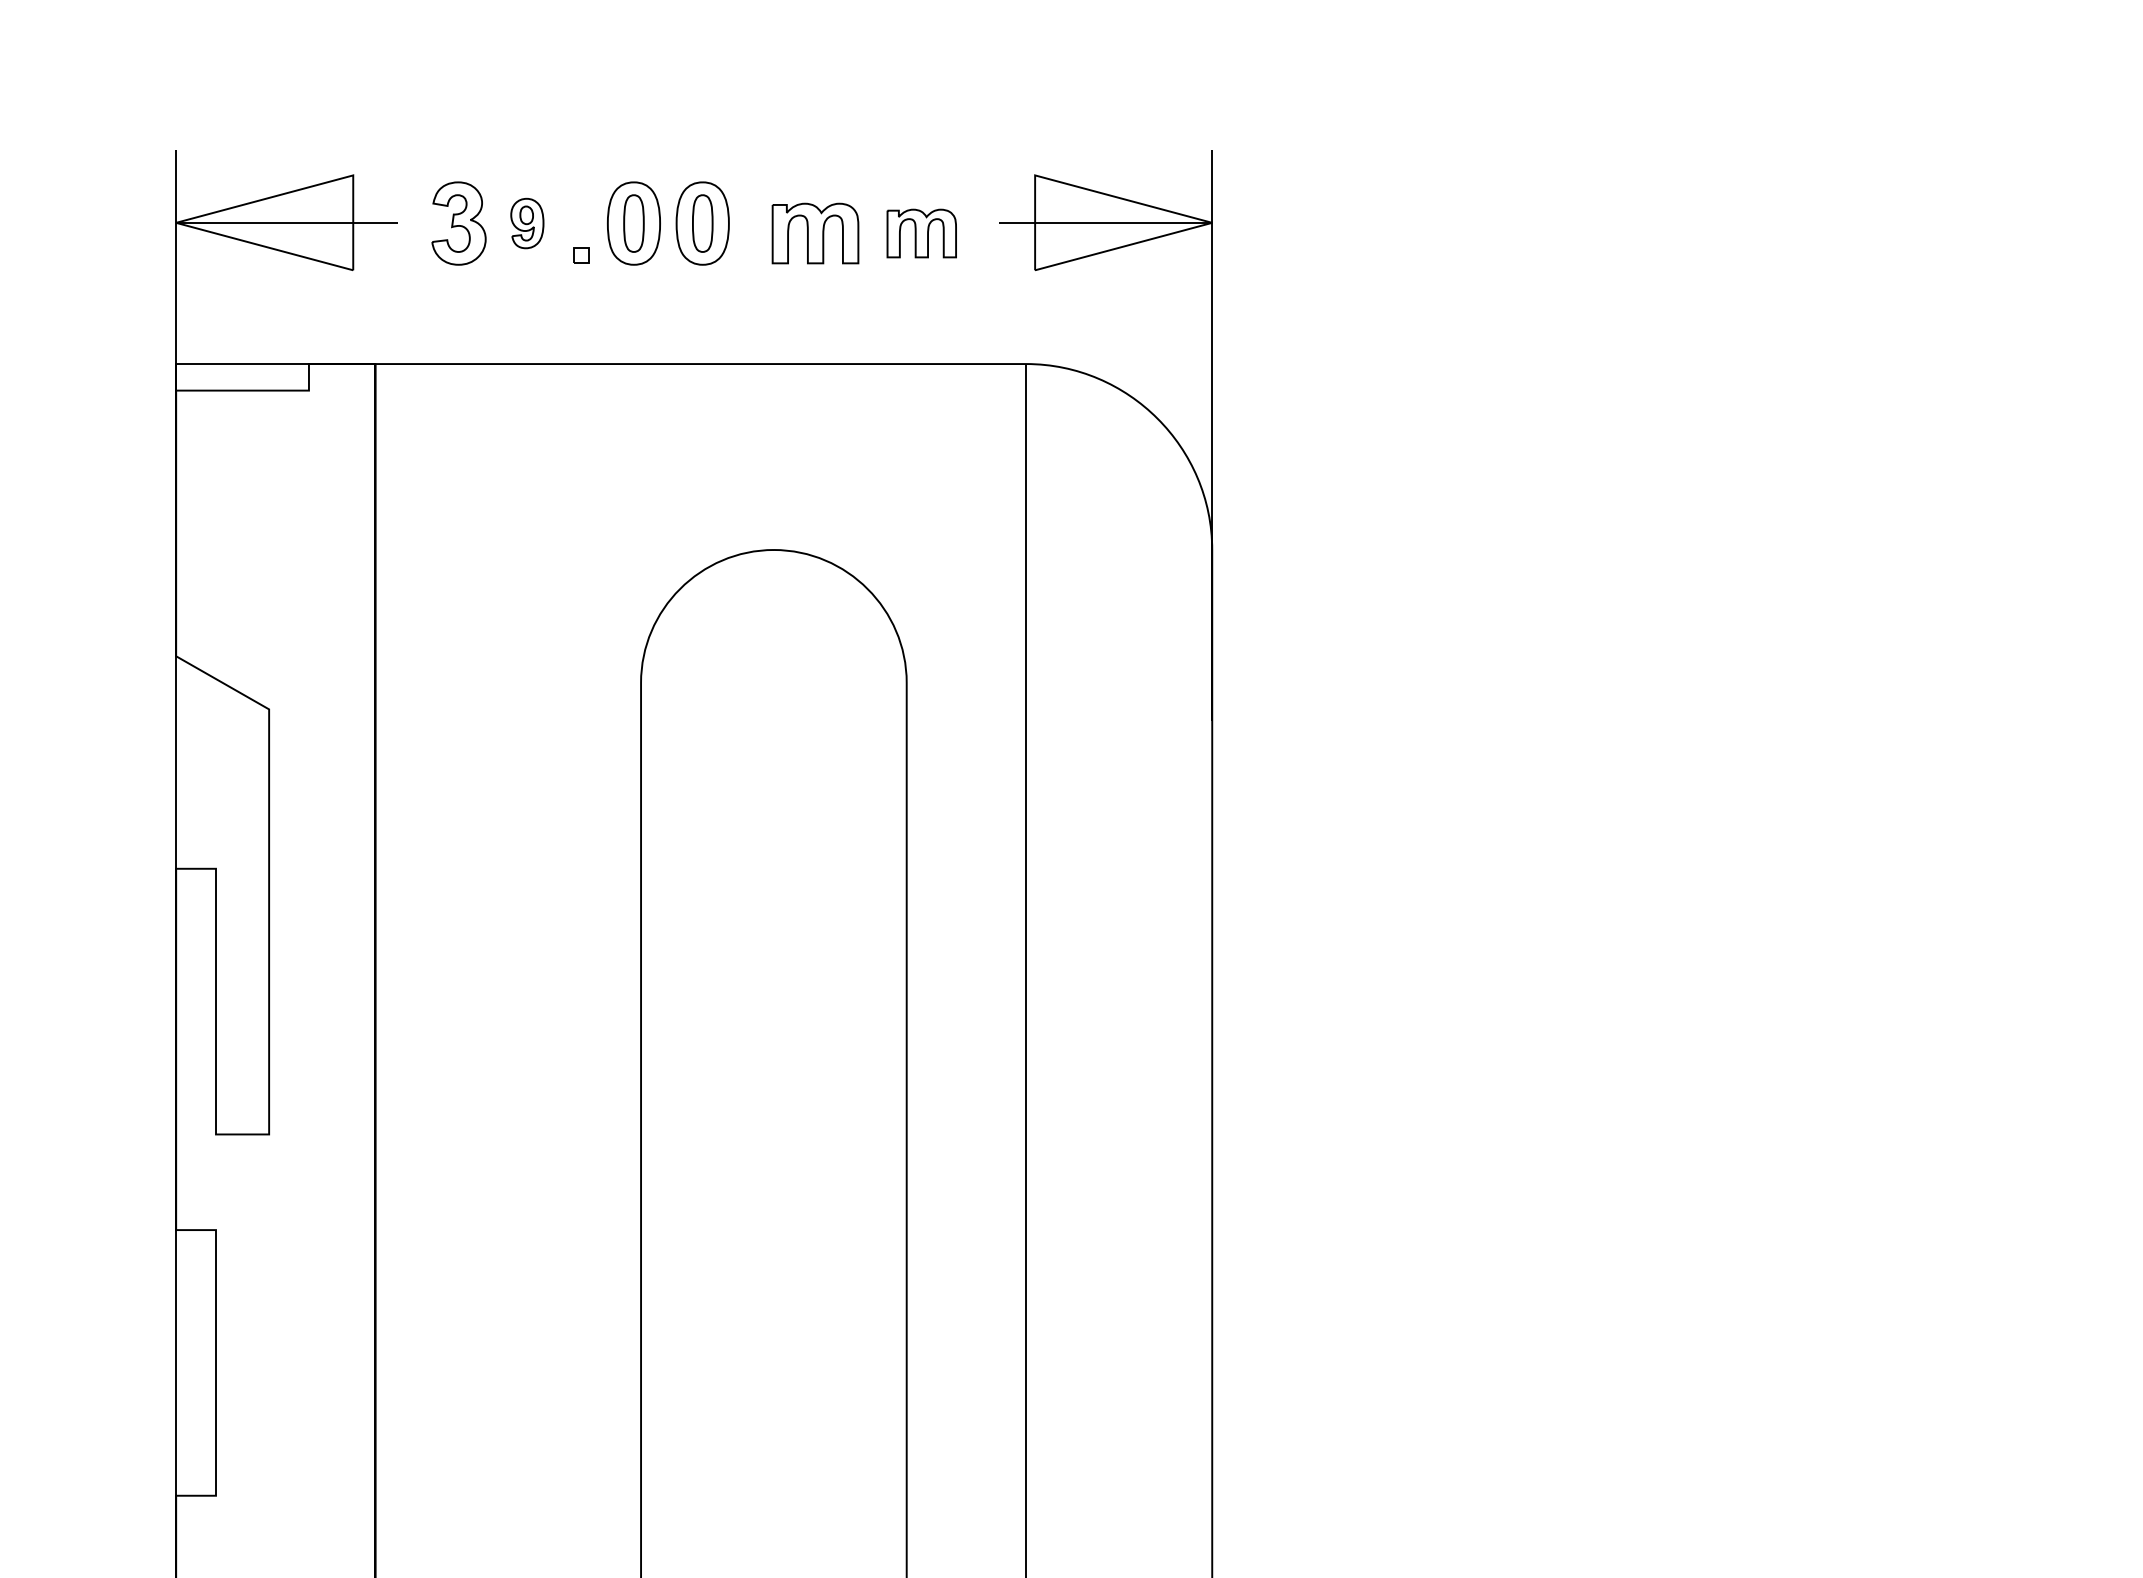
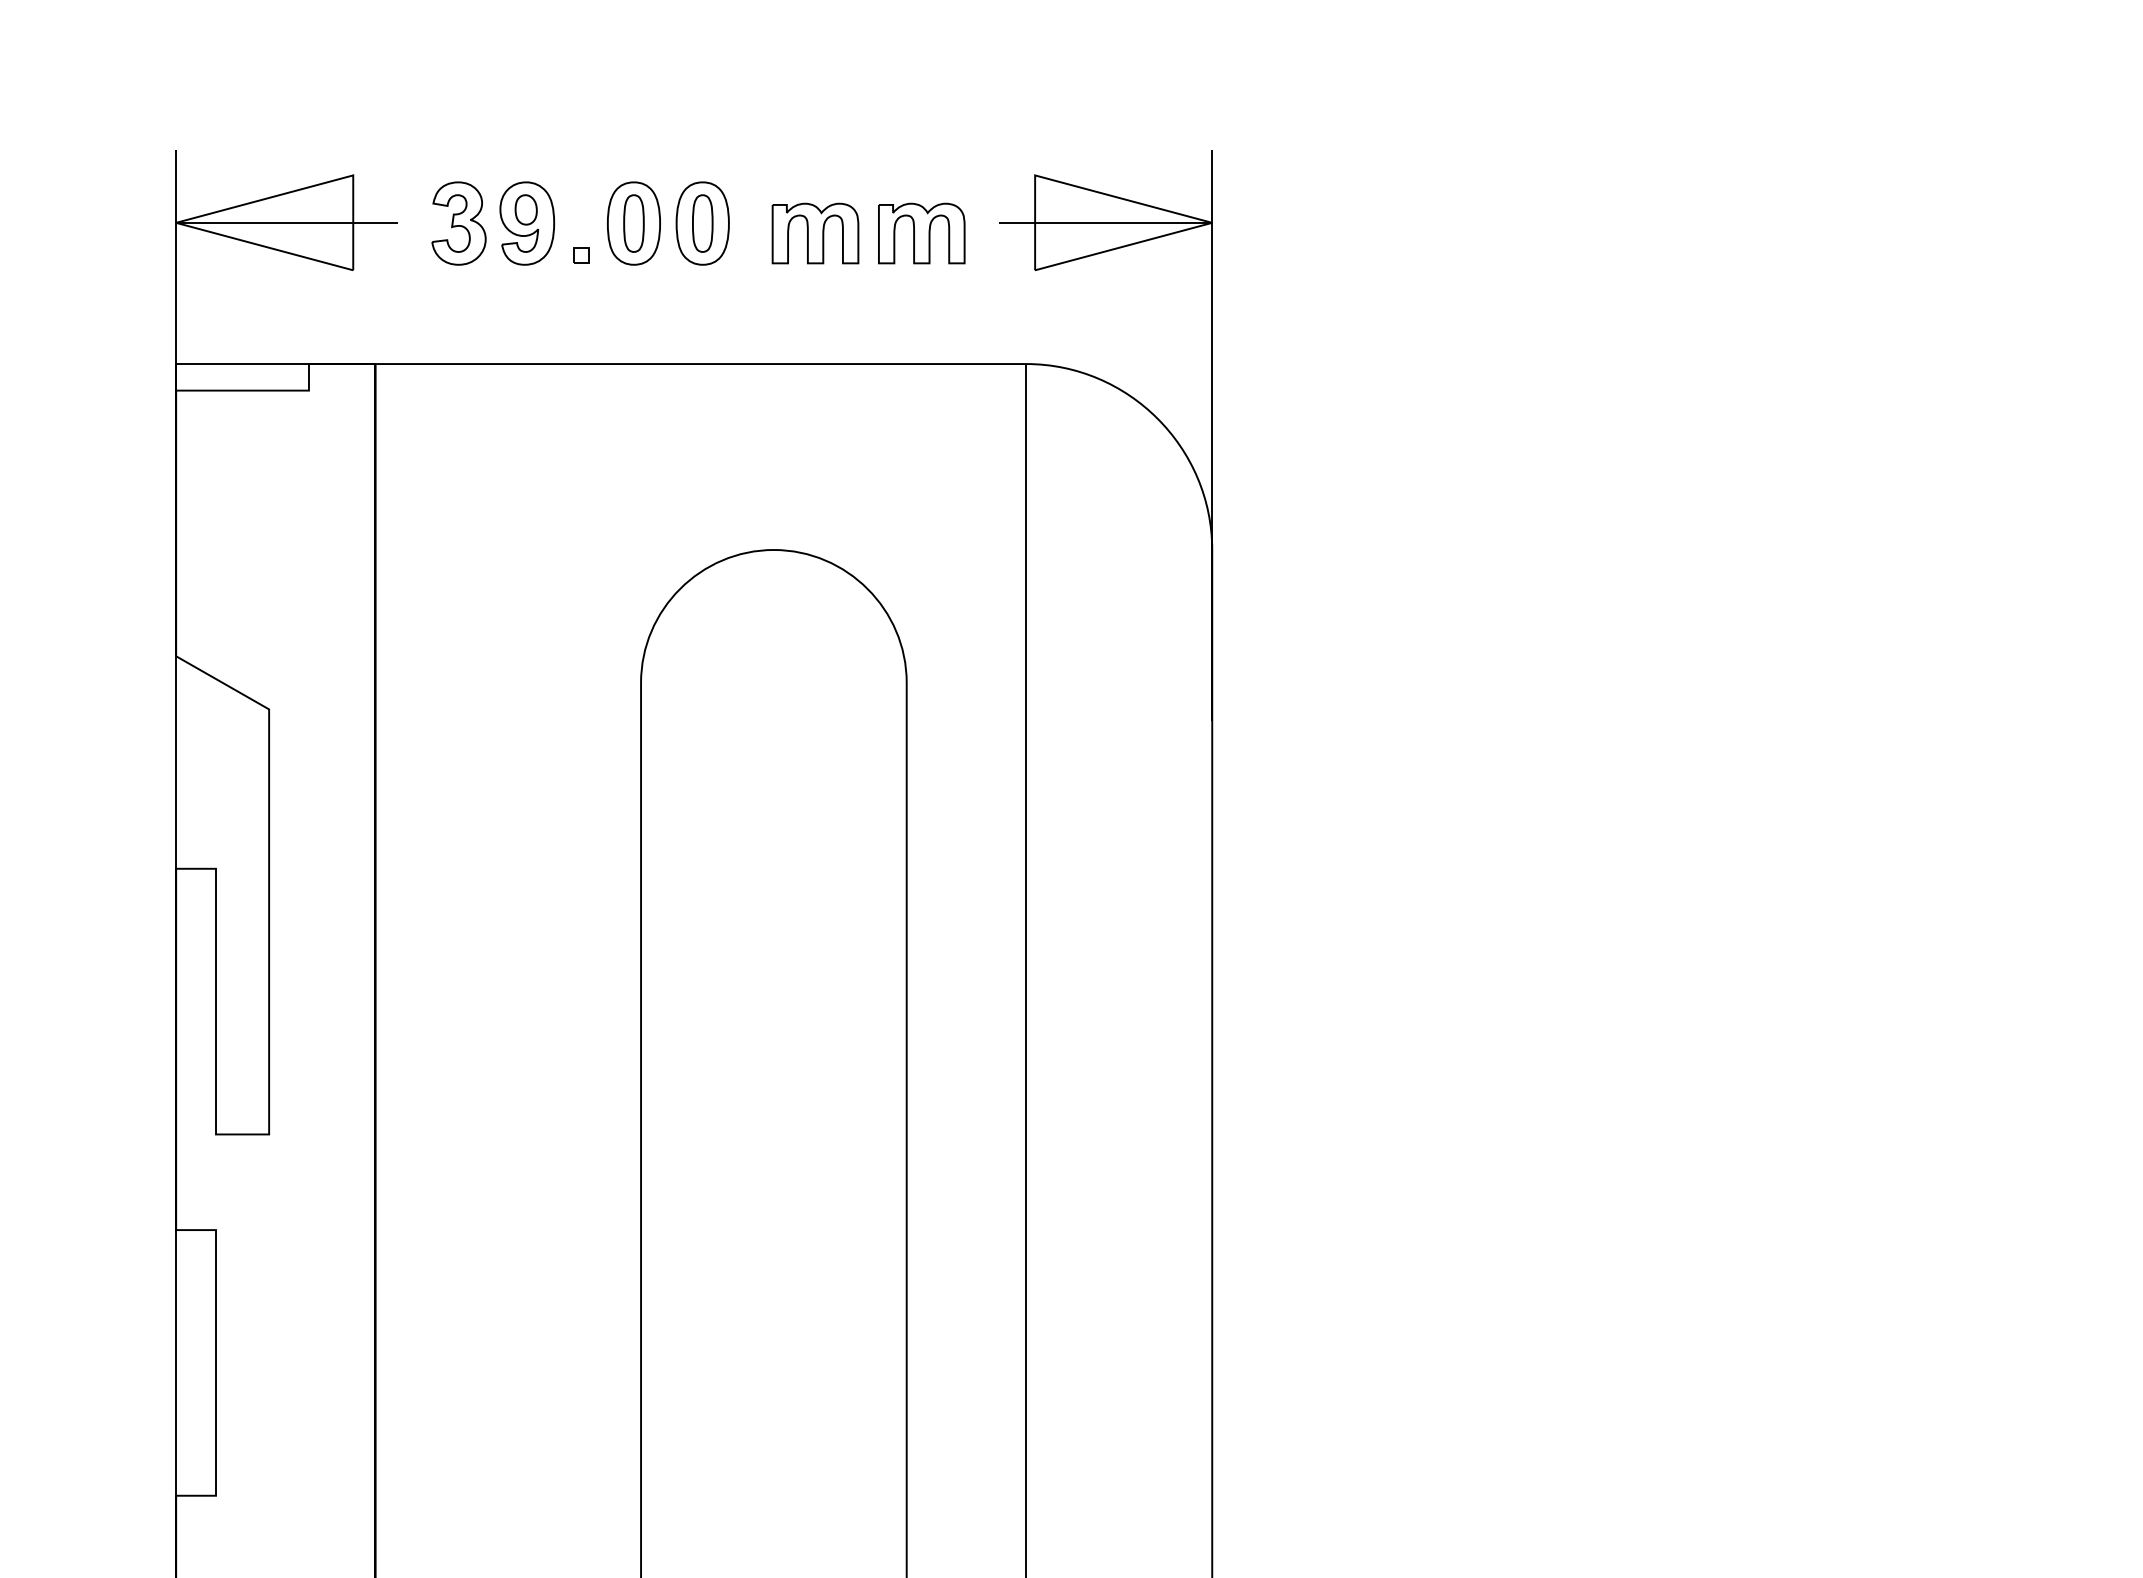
part at (527, 223) size: 35x53 px -> 57x85 px
part at (921, 233) size: 71x51 px -> 88x63 px
